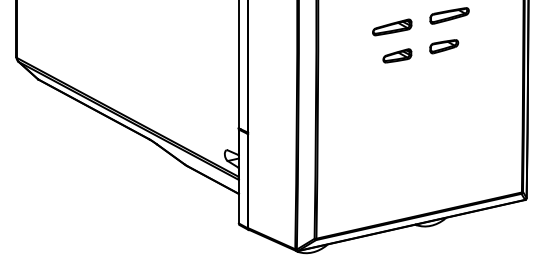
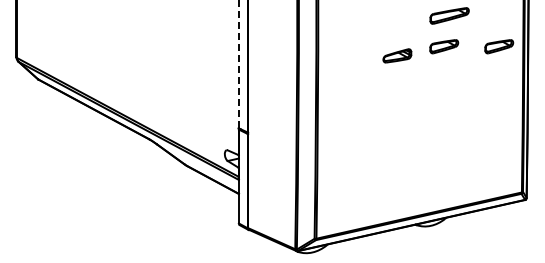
part at (392, 27): present -> none
part at (499, 46): none -> present
line at (238, 64): solid -> dashed
